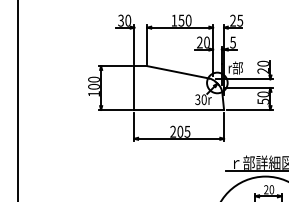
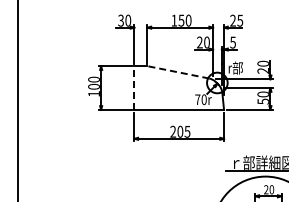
line at (177, 72): solid -> dashed
line at (134, 88): solid -> dashed
text at (197, 99): 30r -> 70r
